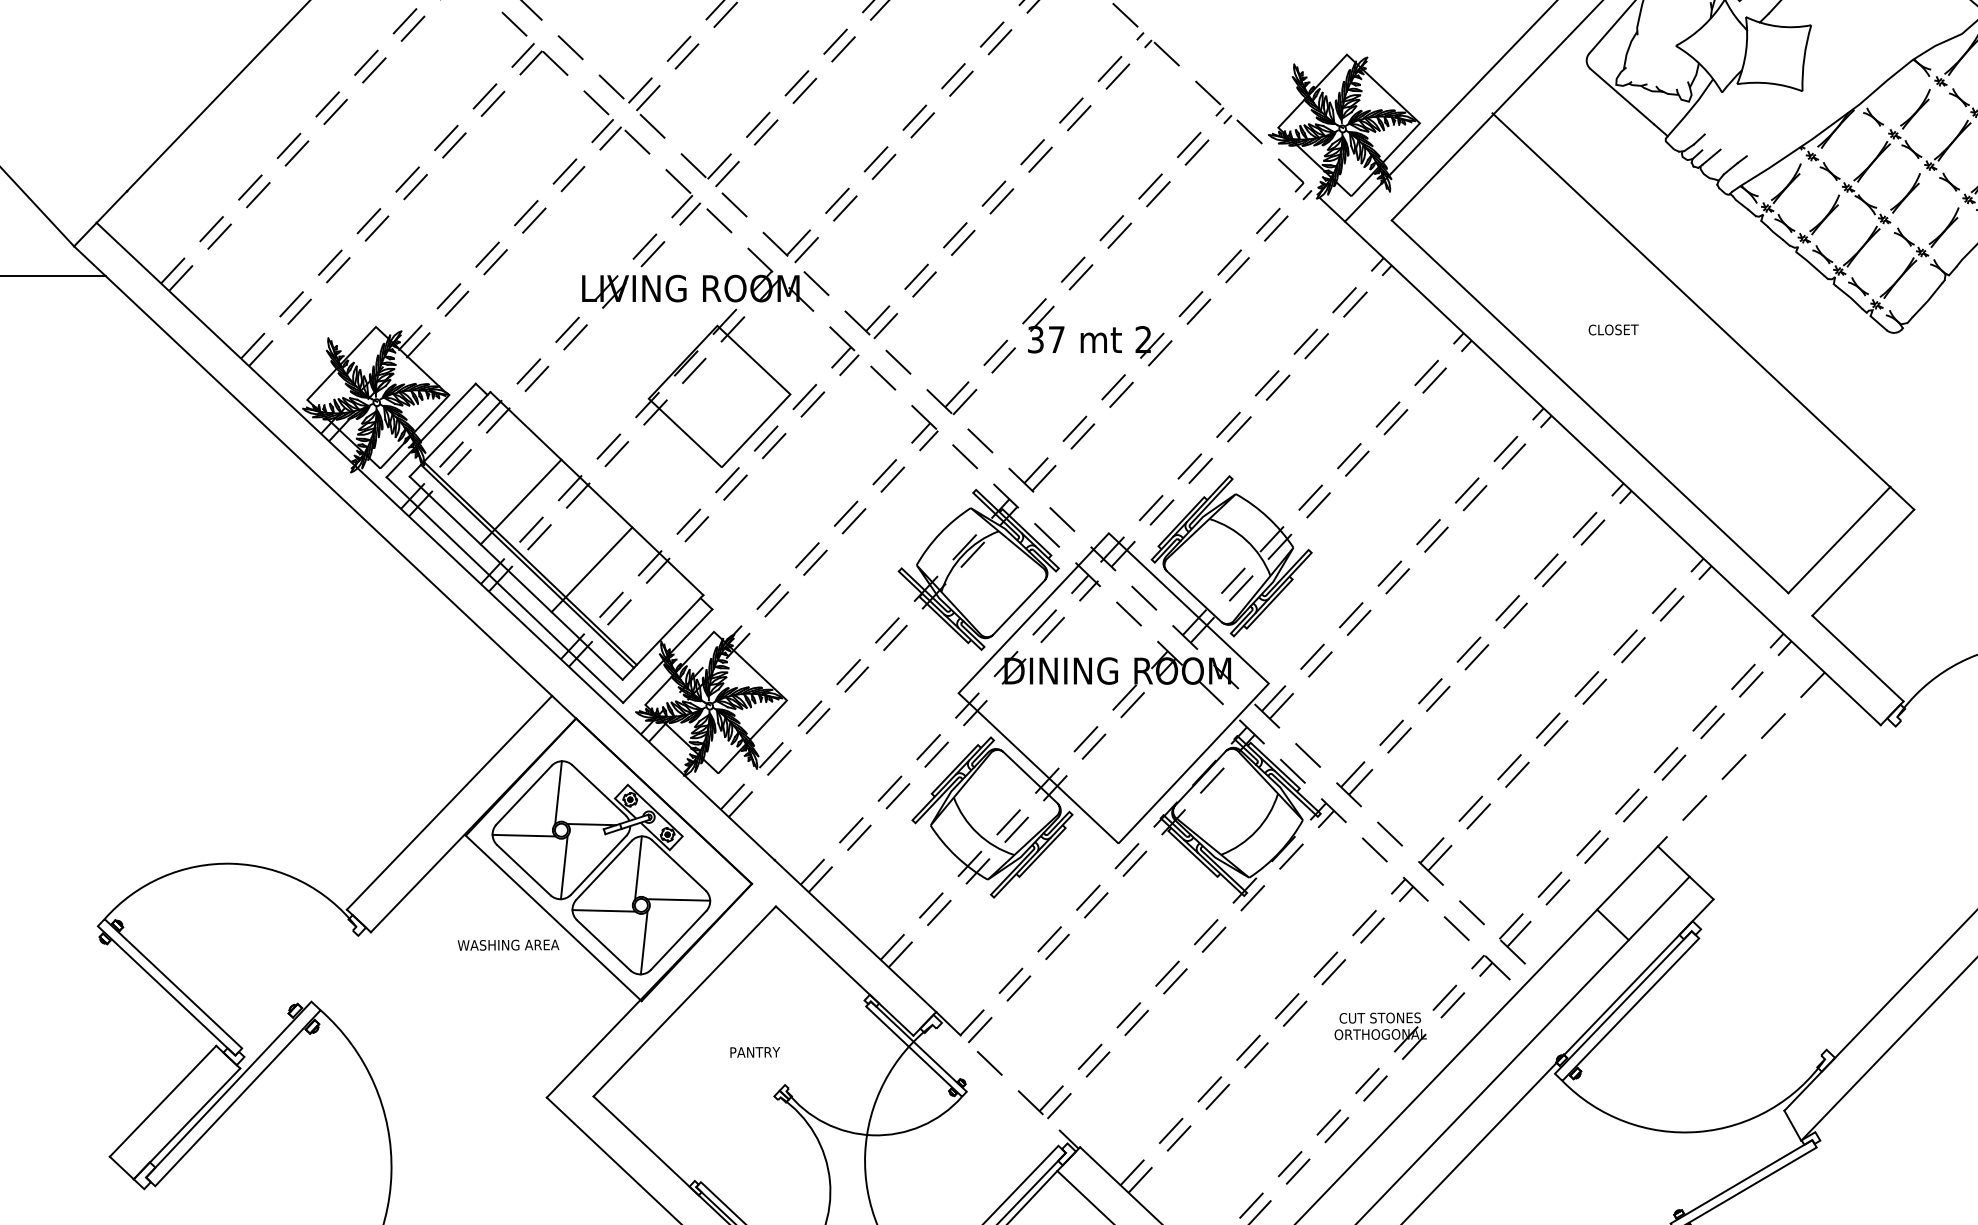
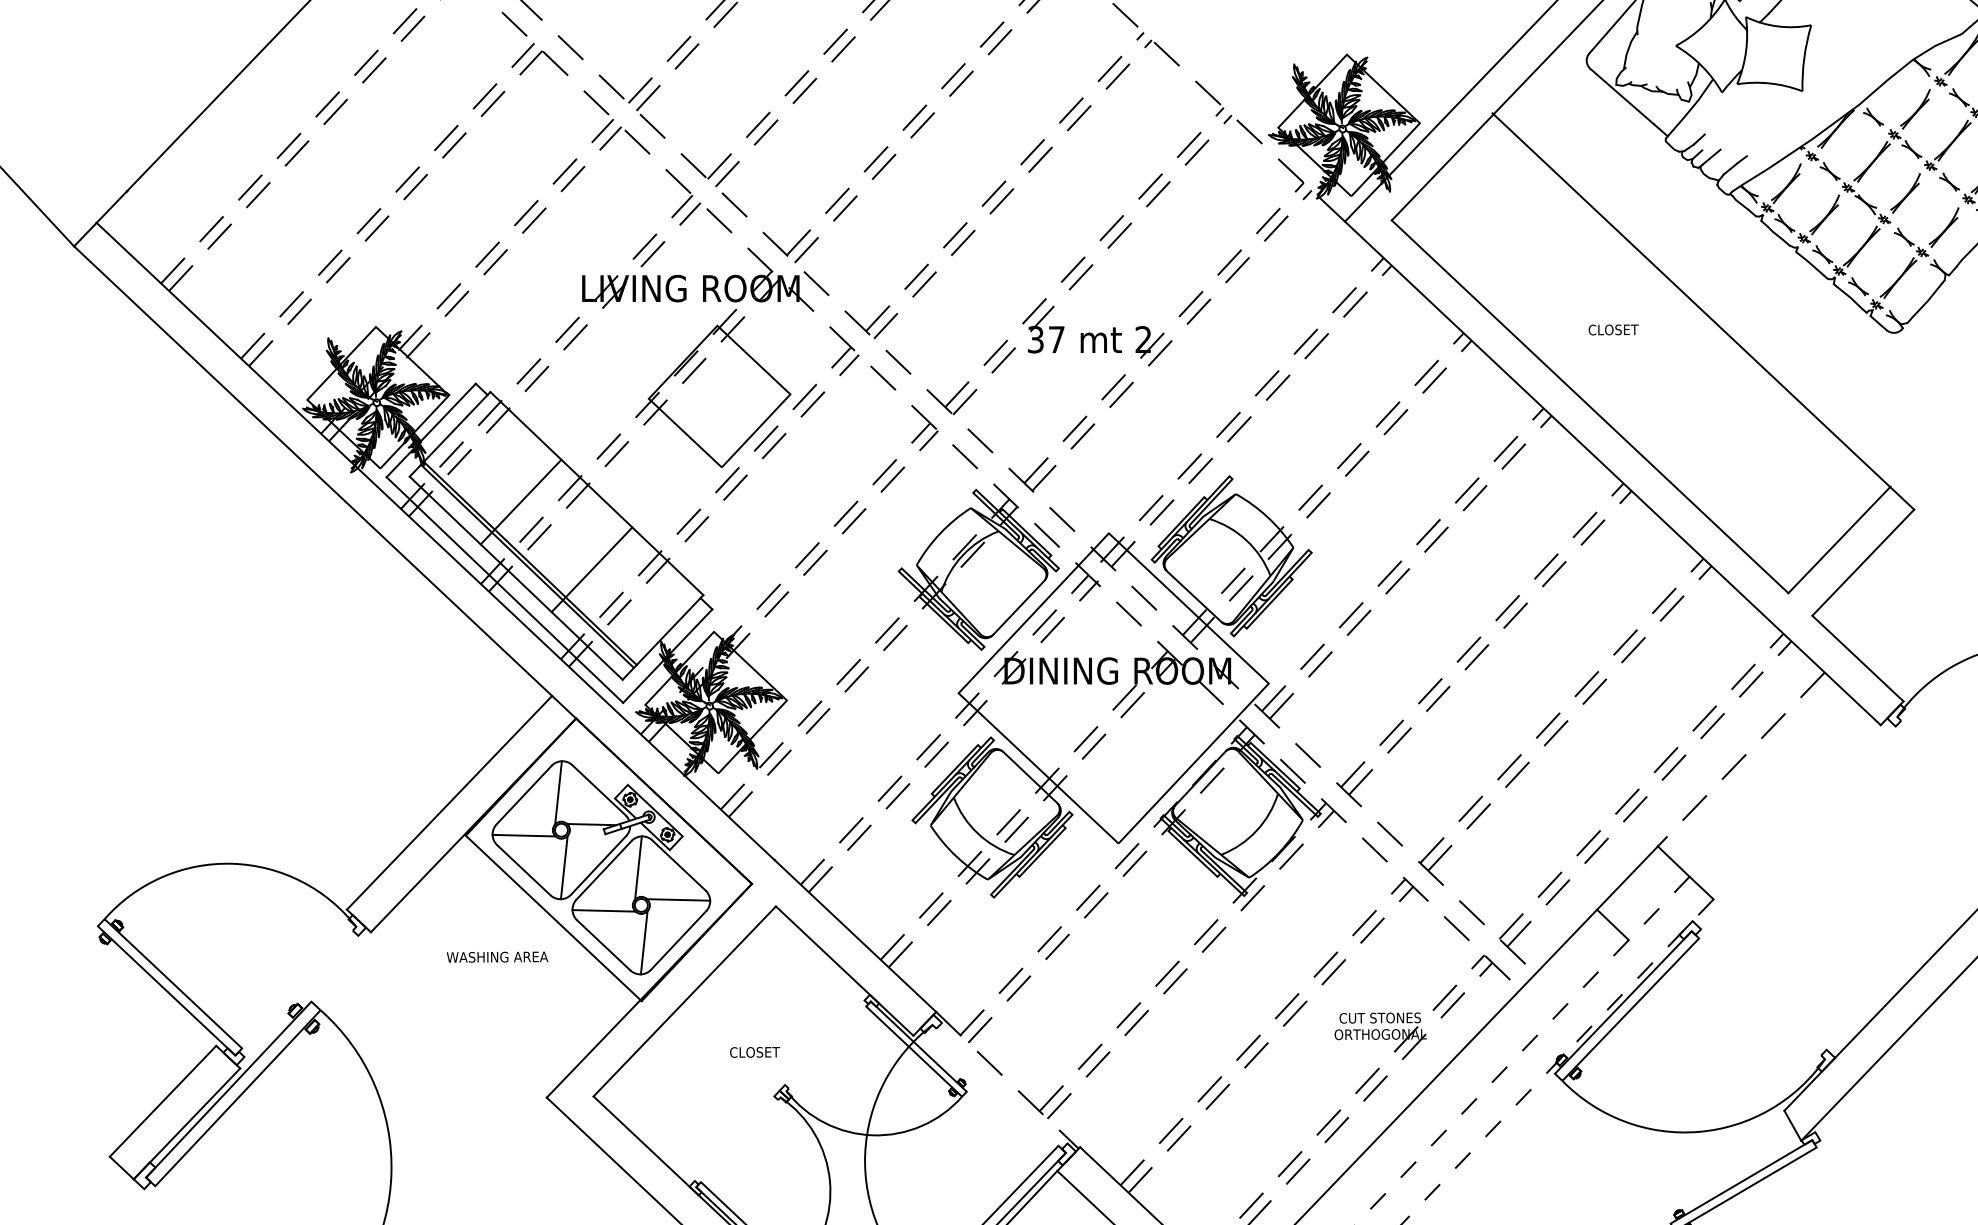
line at (53, 276): present -> none
text at (508, 944) position: (508, 944) -> (497, 956)
line at (1522, 1051): solid -> dashed
text at (754, 1052): PANTRY -> CLOSET
line at (1557, 1062): solid -> dashed
